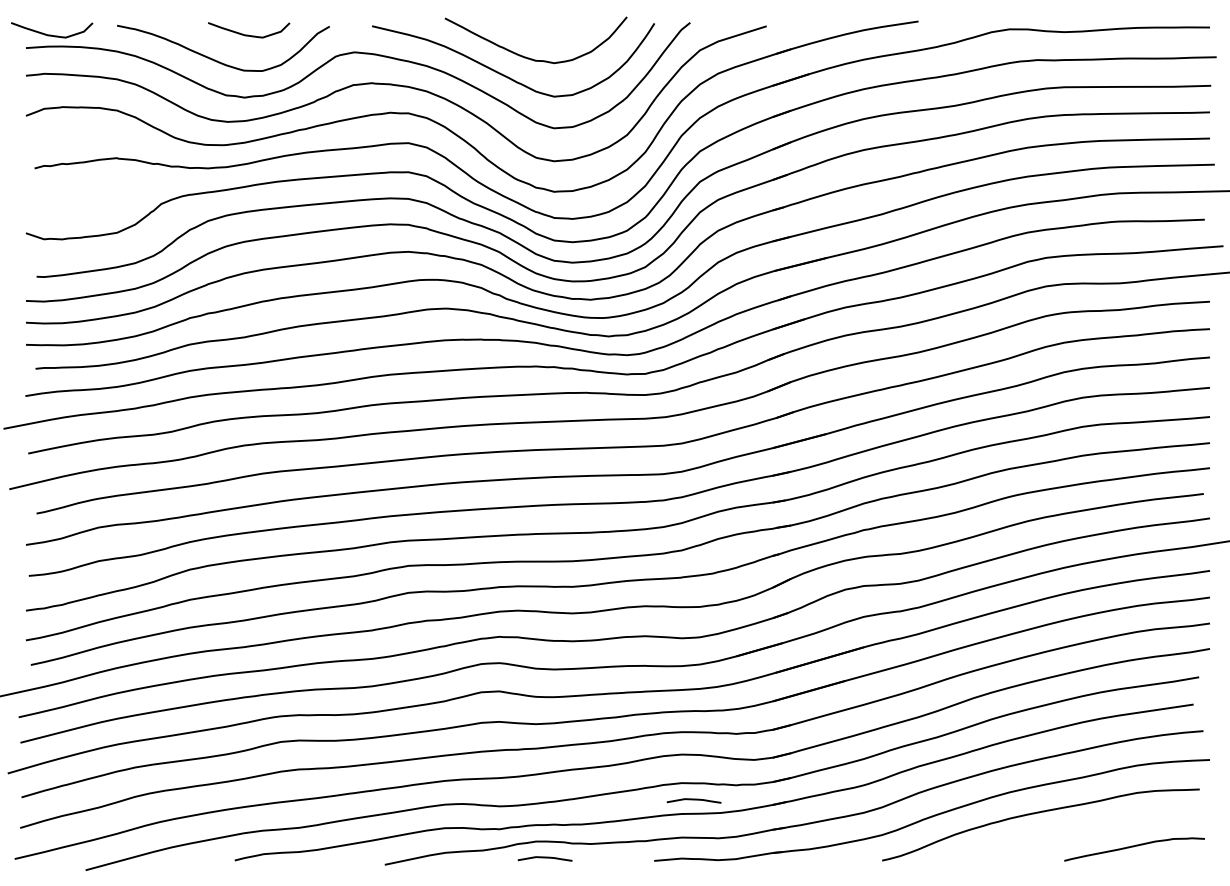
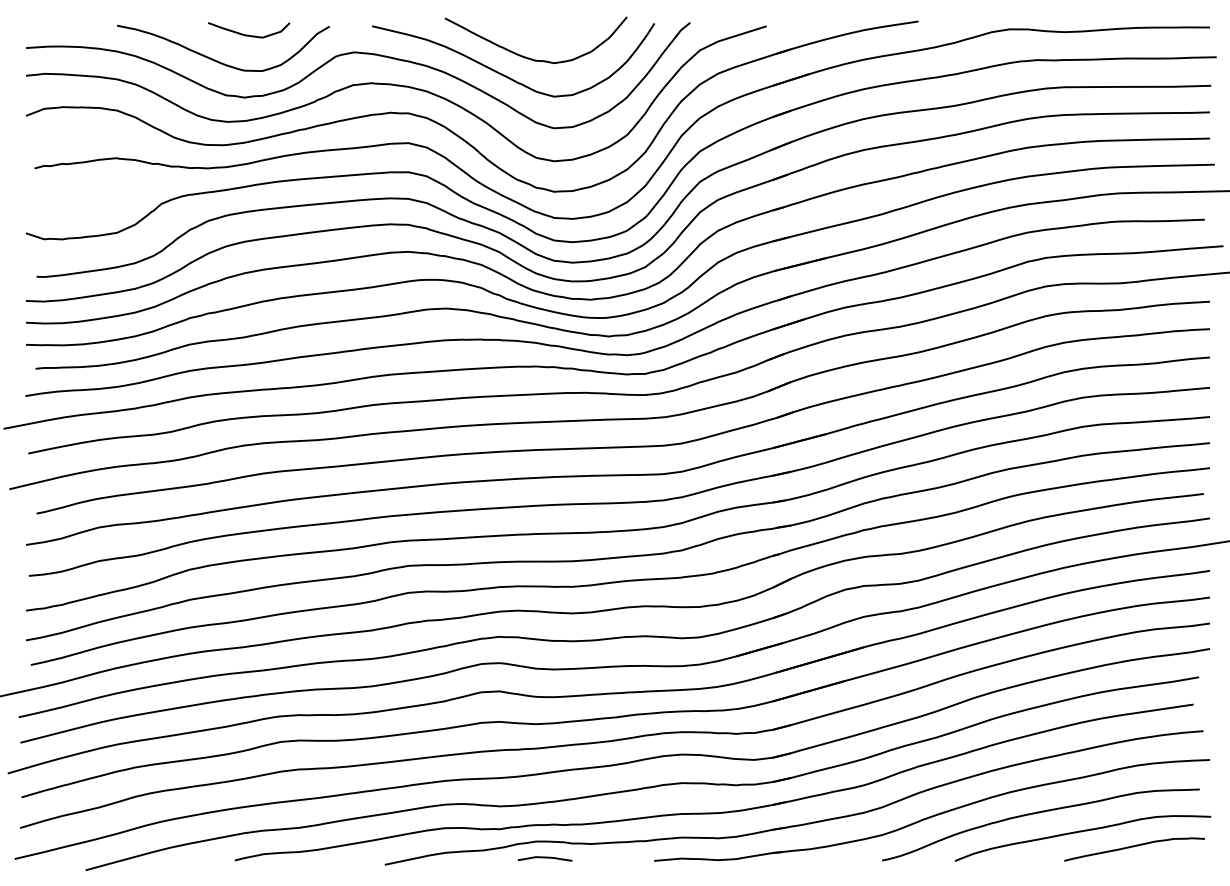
curve at (51, 34): present -> none
curve at (693, 800): present -> none
curve at (1081, 832): none -> present
